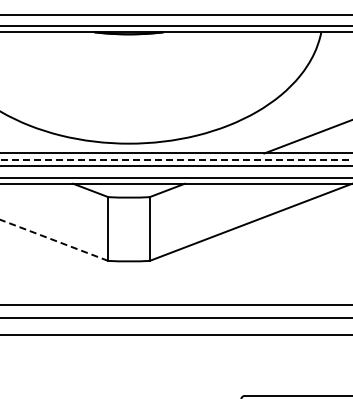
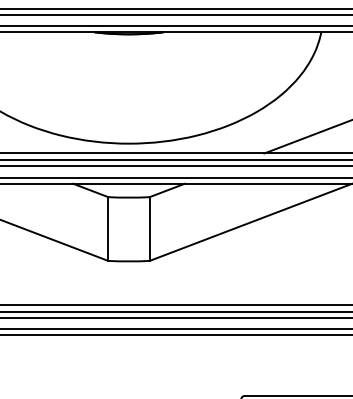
line at (175, 8): none -> present
line at (176, 160): dashed -> solid
line at (54, 240): dashed -> solid
line at (175, 311): none -> present
line at (175, 329): none -> present
